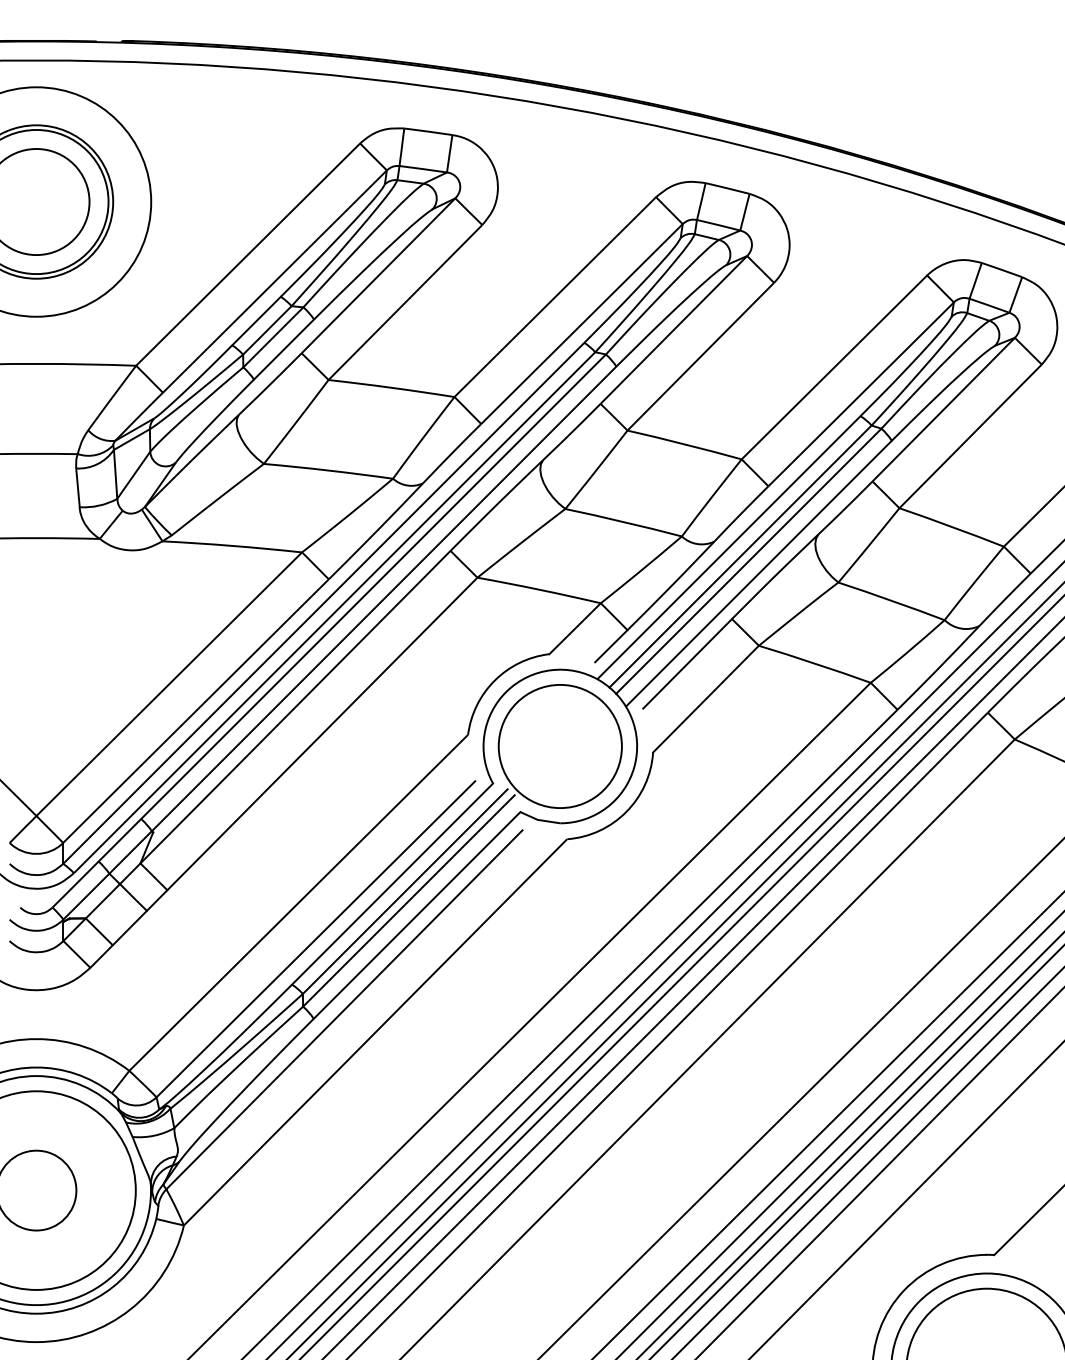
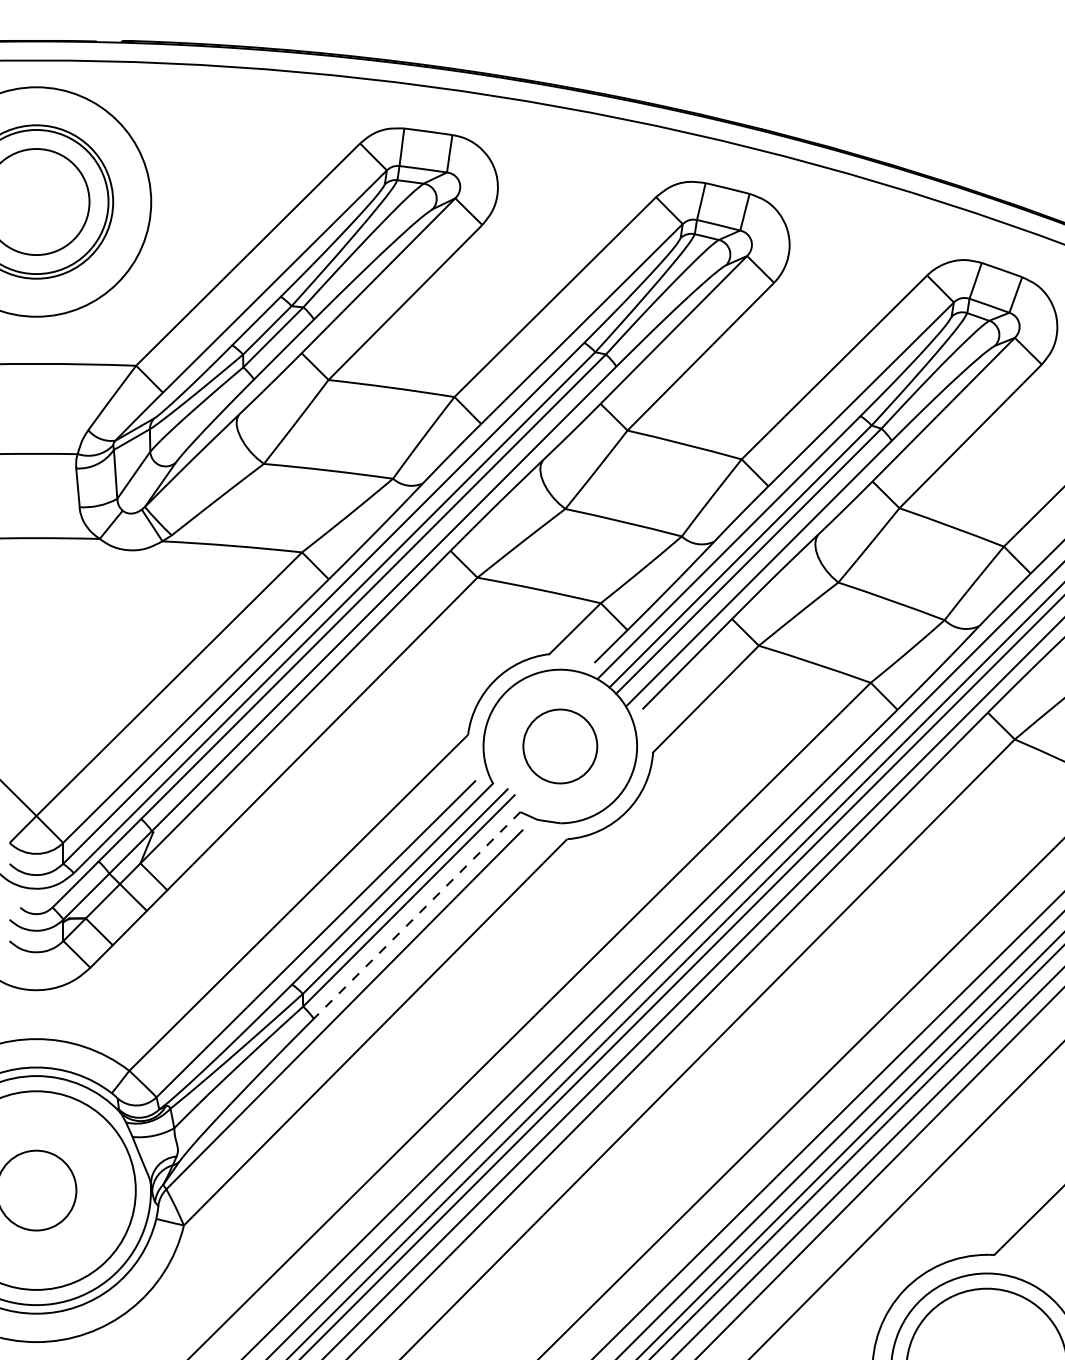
circle at (559, 746) diameter: 123 px -> 74 px
line at (416, 915): solid -> dashed
